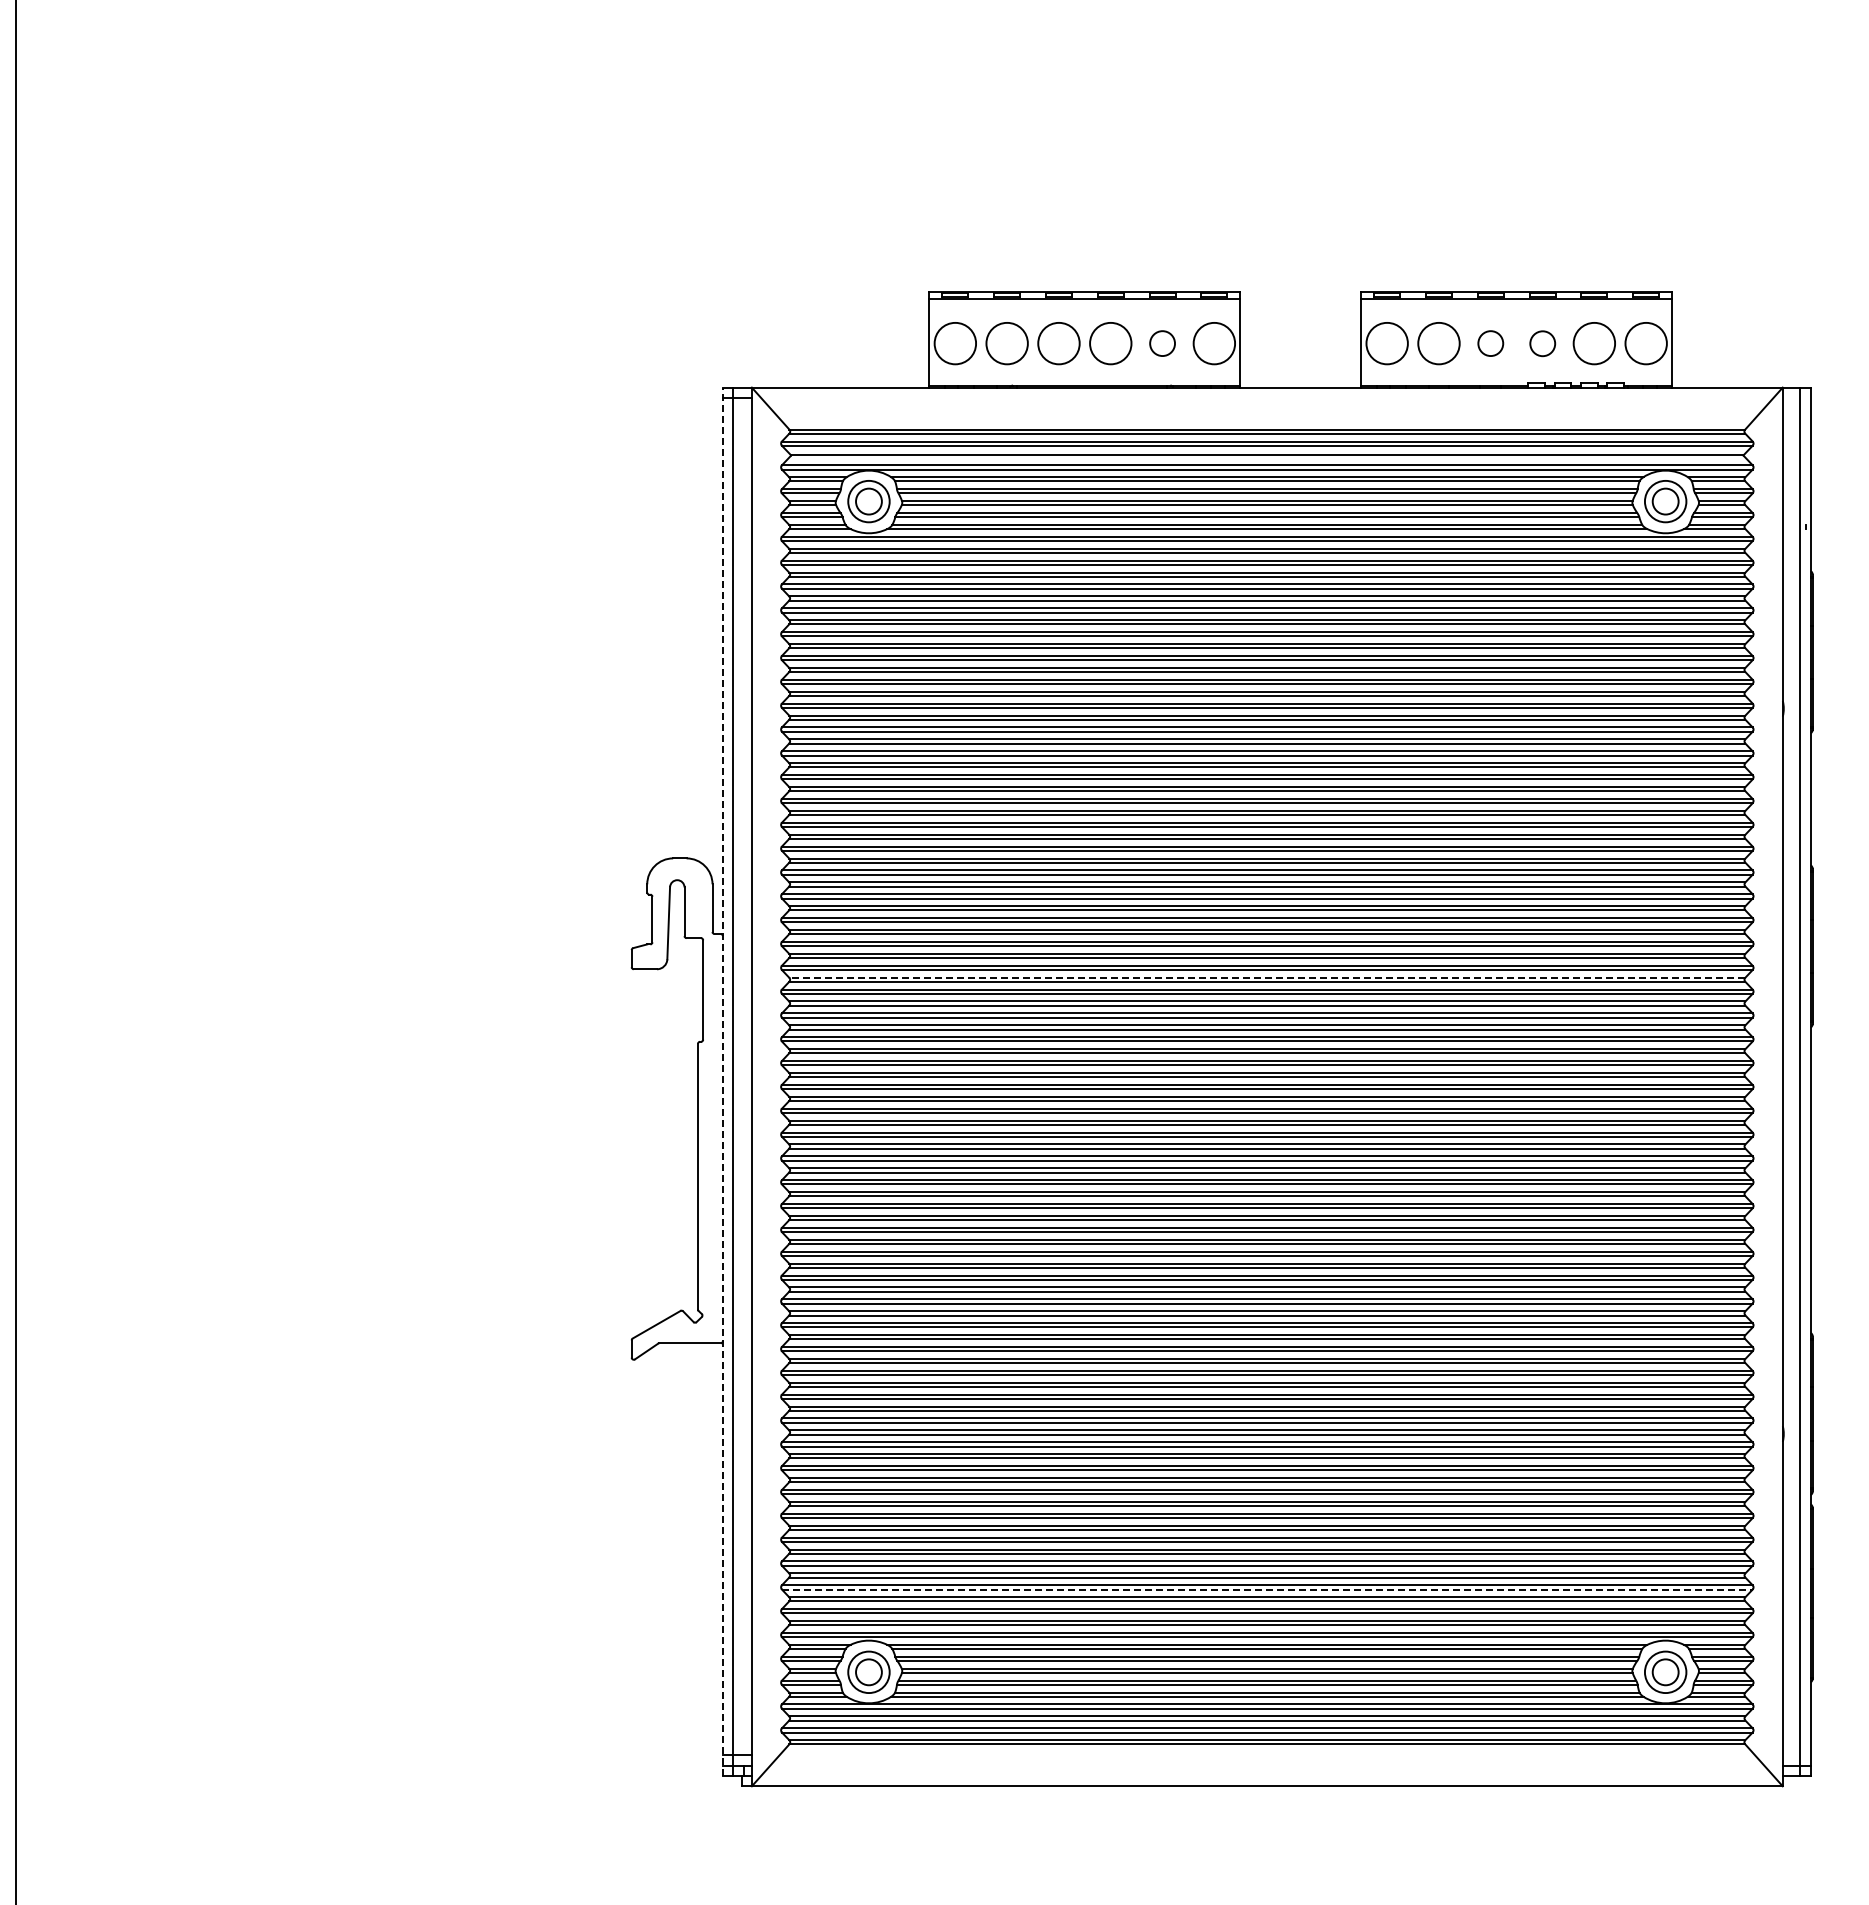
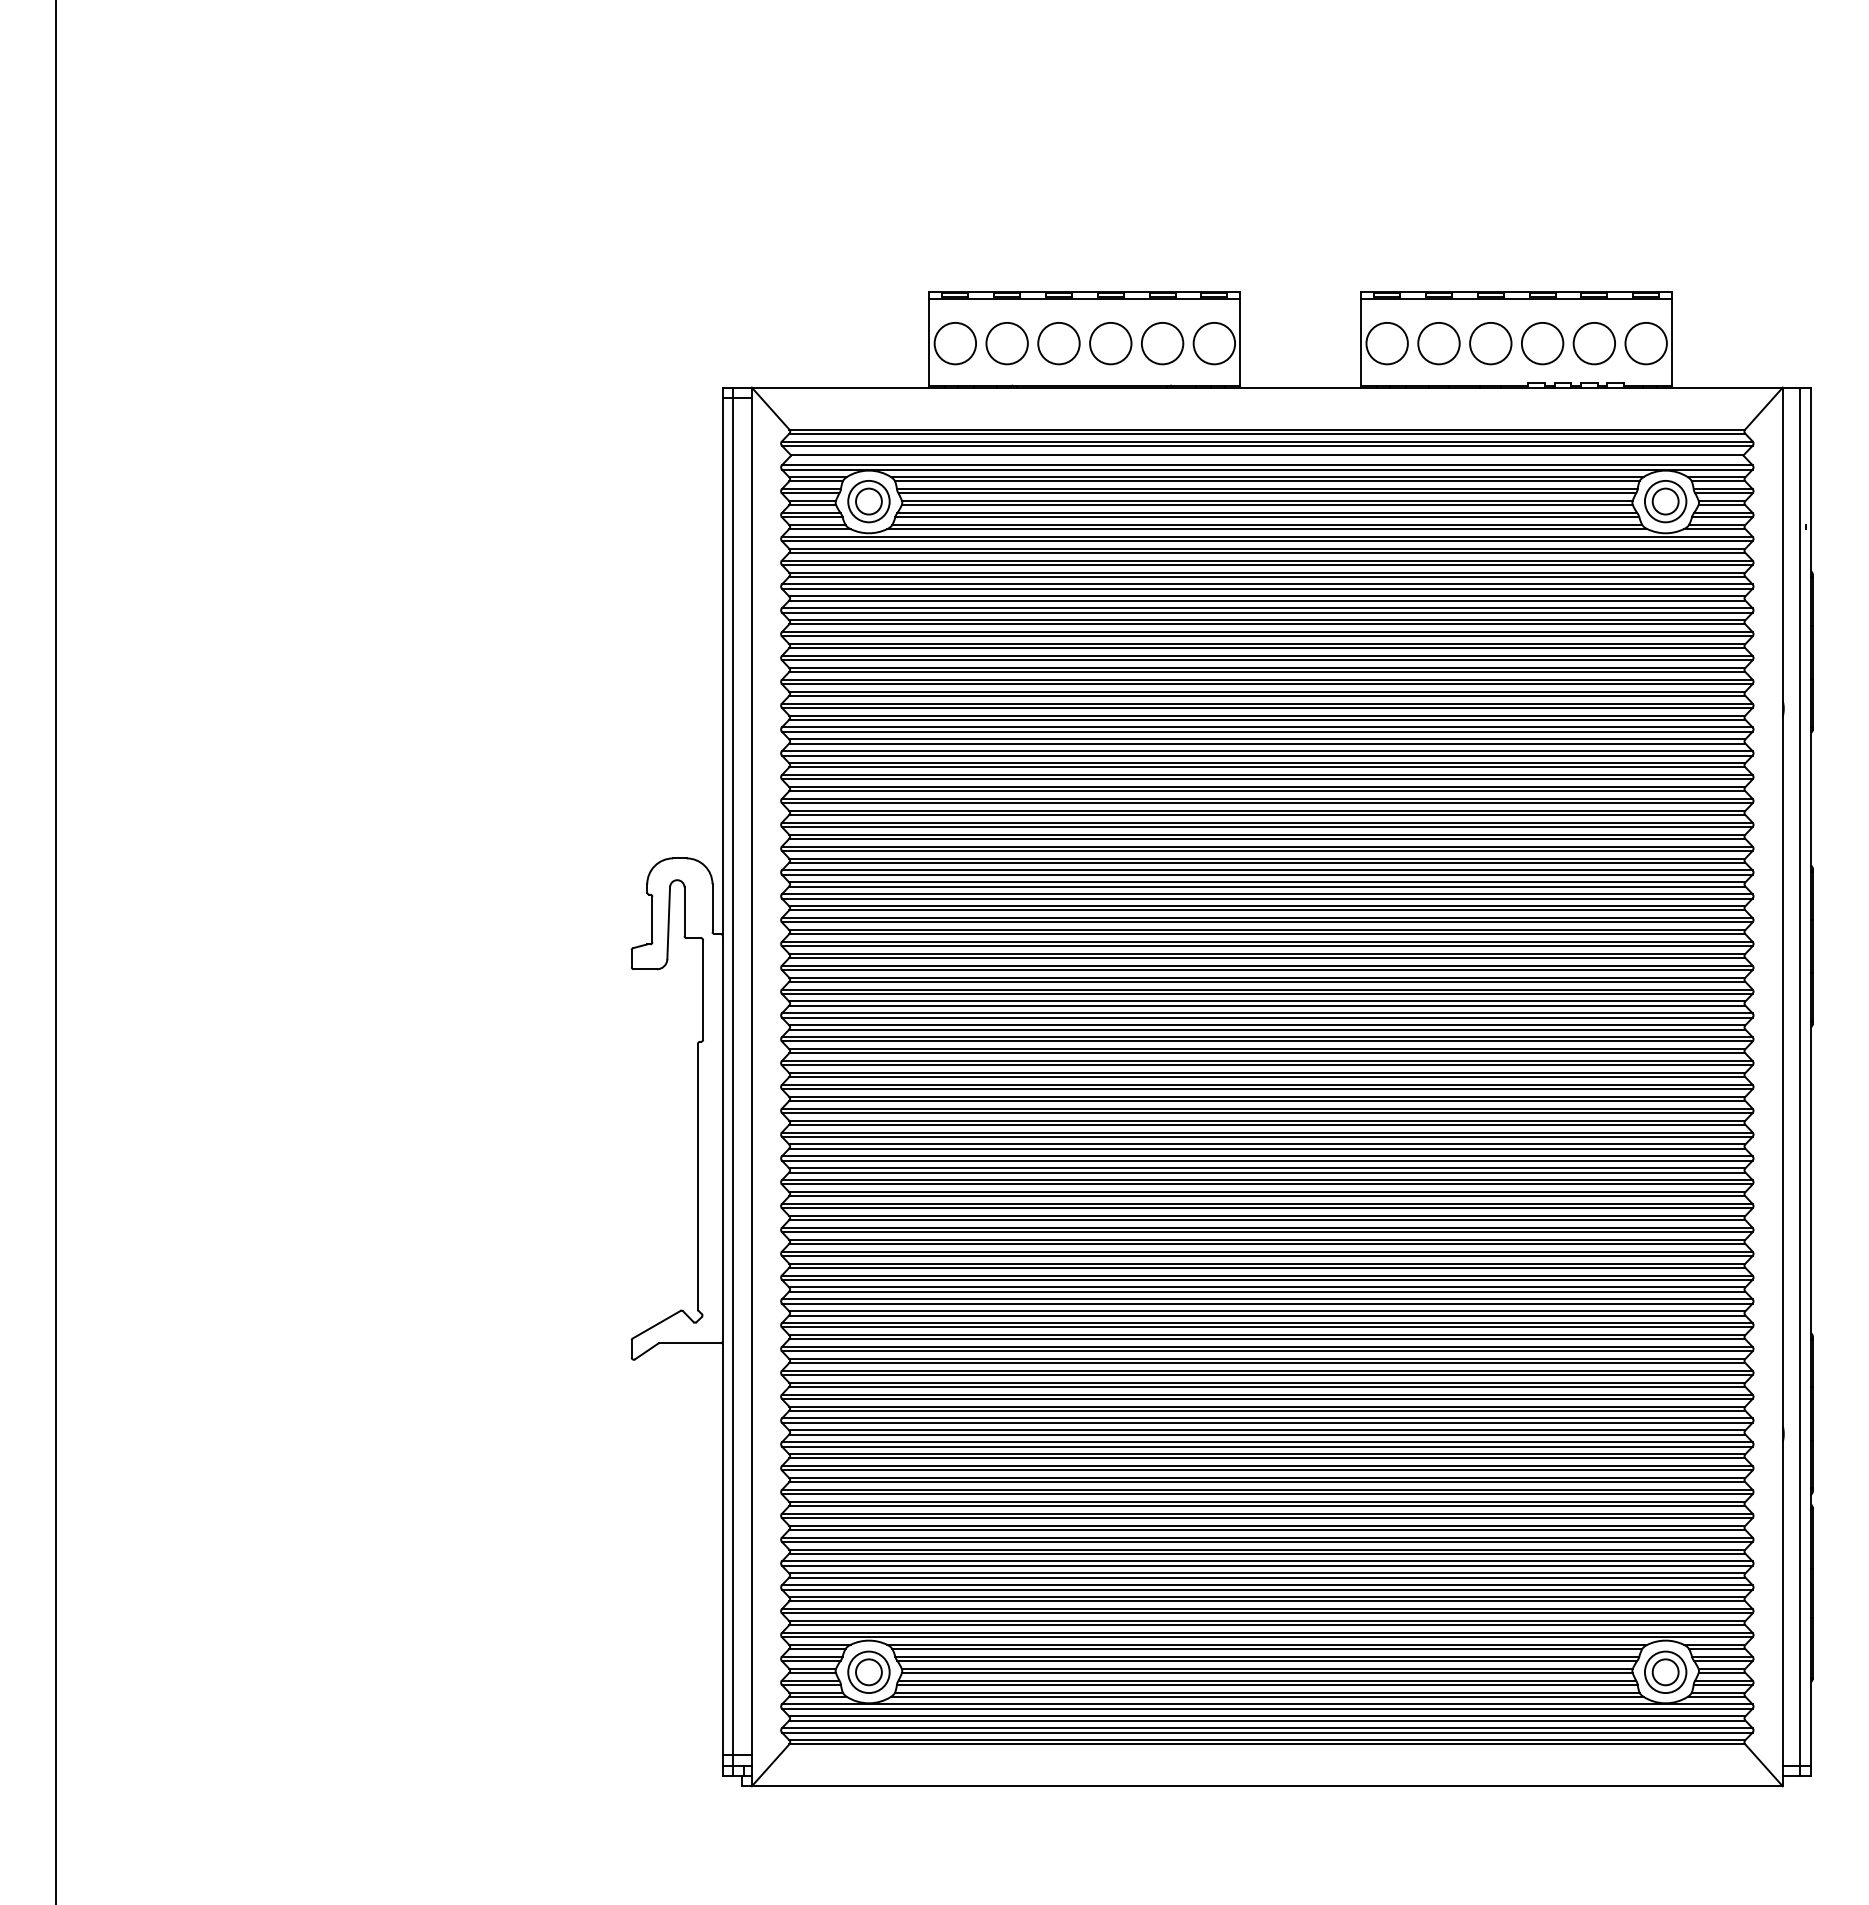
circle at (1162, 343) diameter: 25 px -> 41 px
circle at (1490, 343) diameter: 25 px -> 41 px
circle at (1542, 343) size: 28x28 px -> 44x44 px
line at (16, 951) position: (16, 951) -> (56, 951)
line at (1266, 977): dashed -> solid
line at (722, 1081): dashed -> solid
line at (1267, 1589): dashed -> solid
